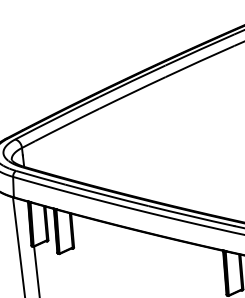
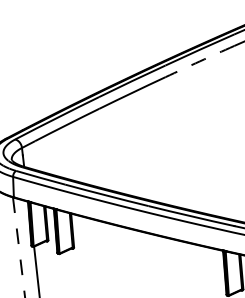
arc at (199, 61): solid -> dashed
line at (19, 247): solid -> dashed
